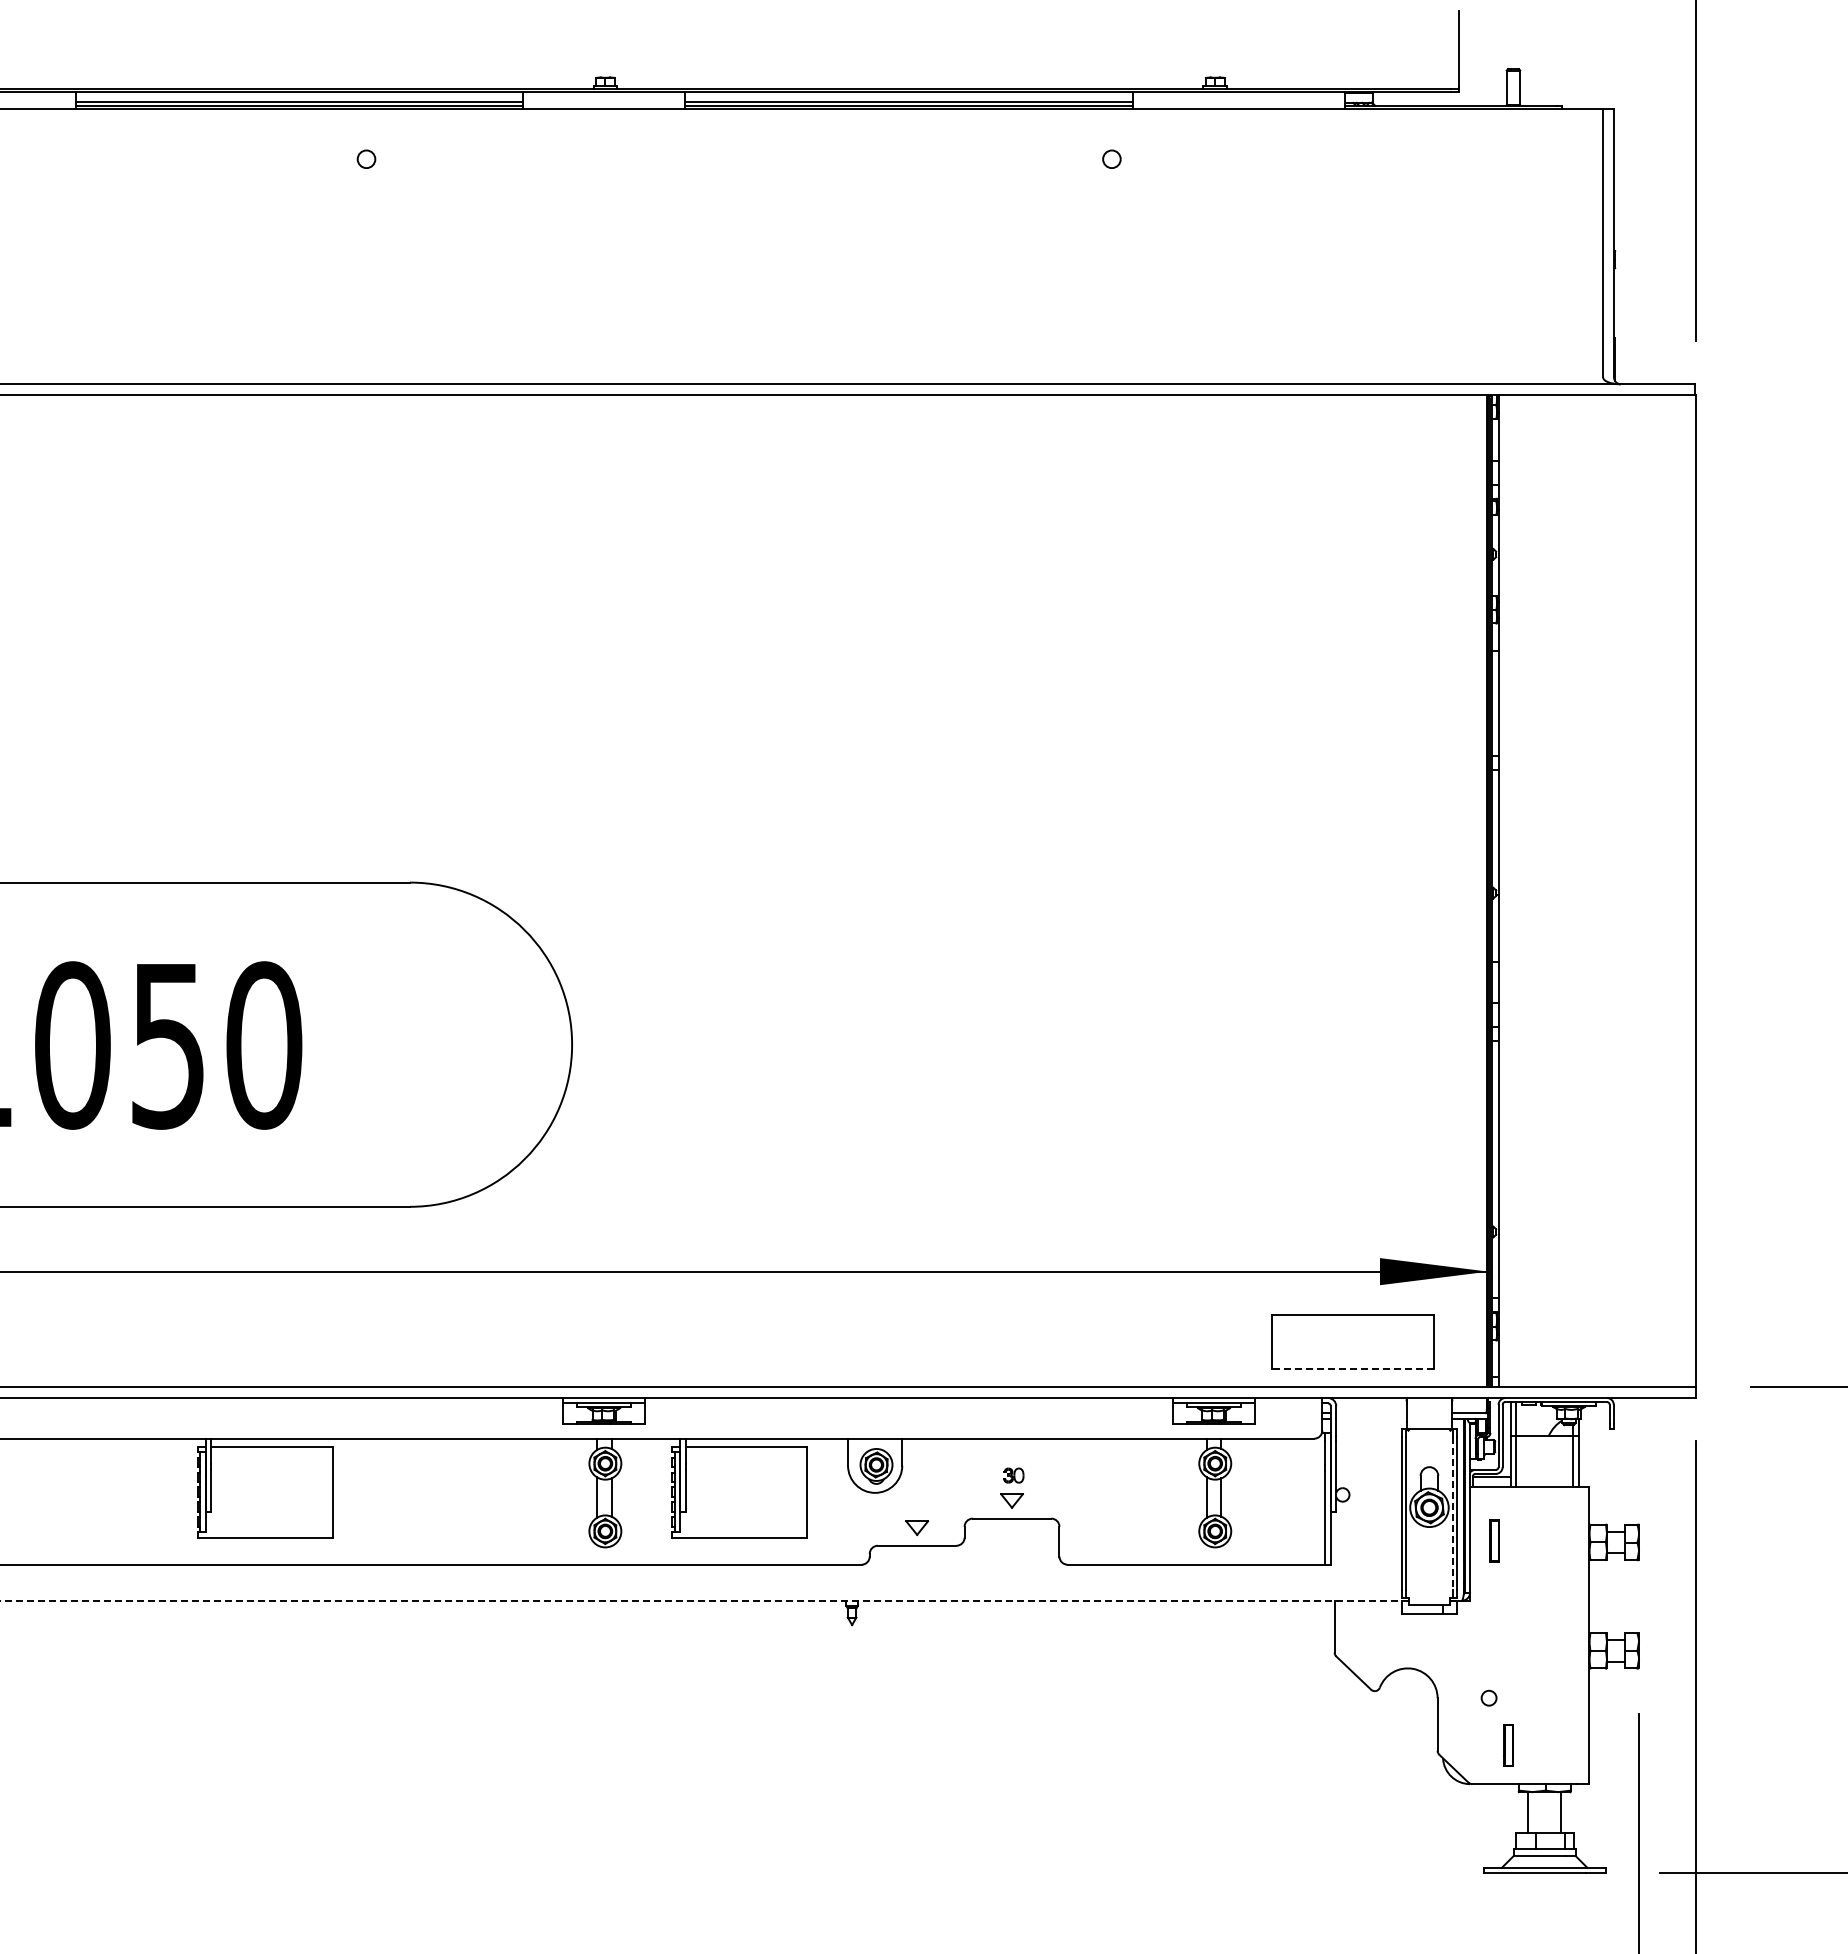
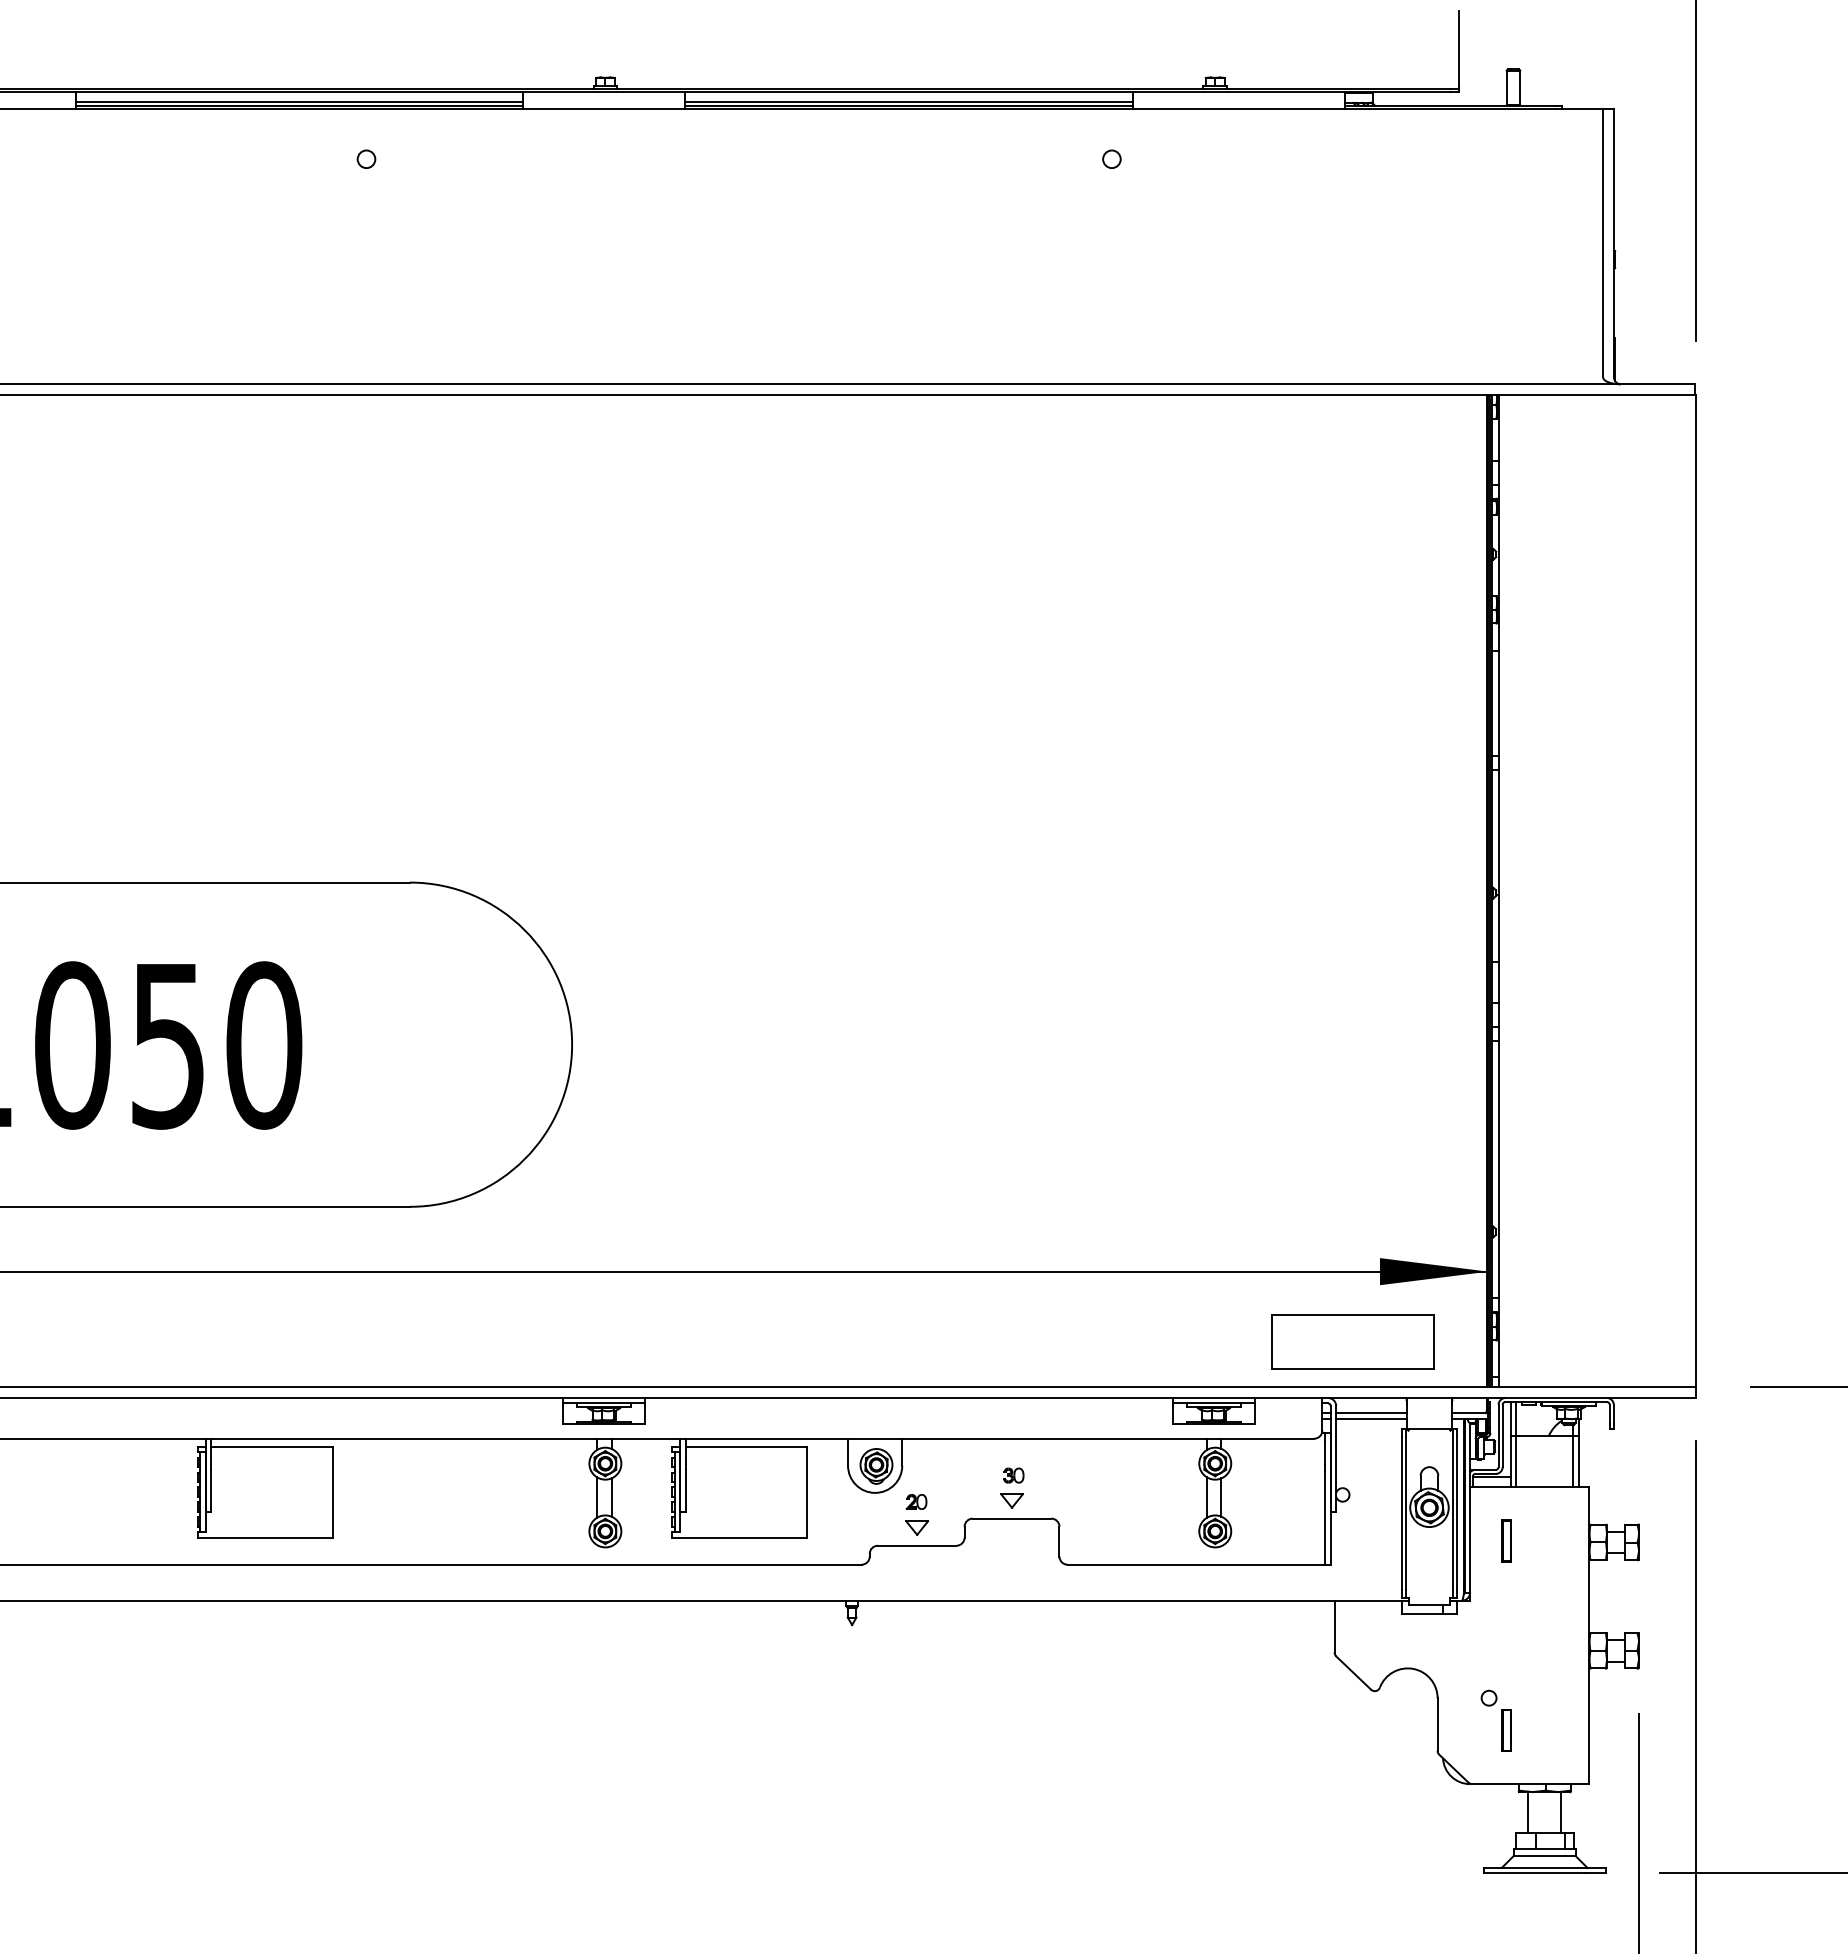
line at (1352, 1368): dashed -> solid
line at (1371, 1413): none -> present
line at (1371, 1418): none -> present
part at (916, 1501): none -> present
line at (1452, 1513): dashed -> solid
part at (1494, 1540) position: (1494, 1540) -> (1506, 1540)
line at (704, 1600): dashed -> solid
part at (1508, 1745) position: (1508, 1745) -> (1506, 1730)
